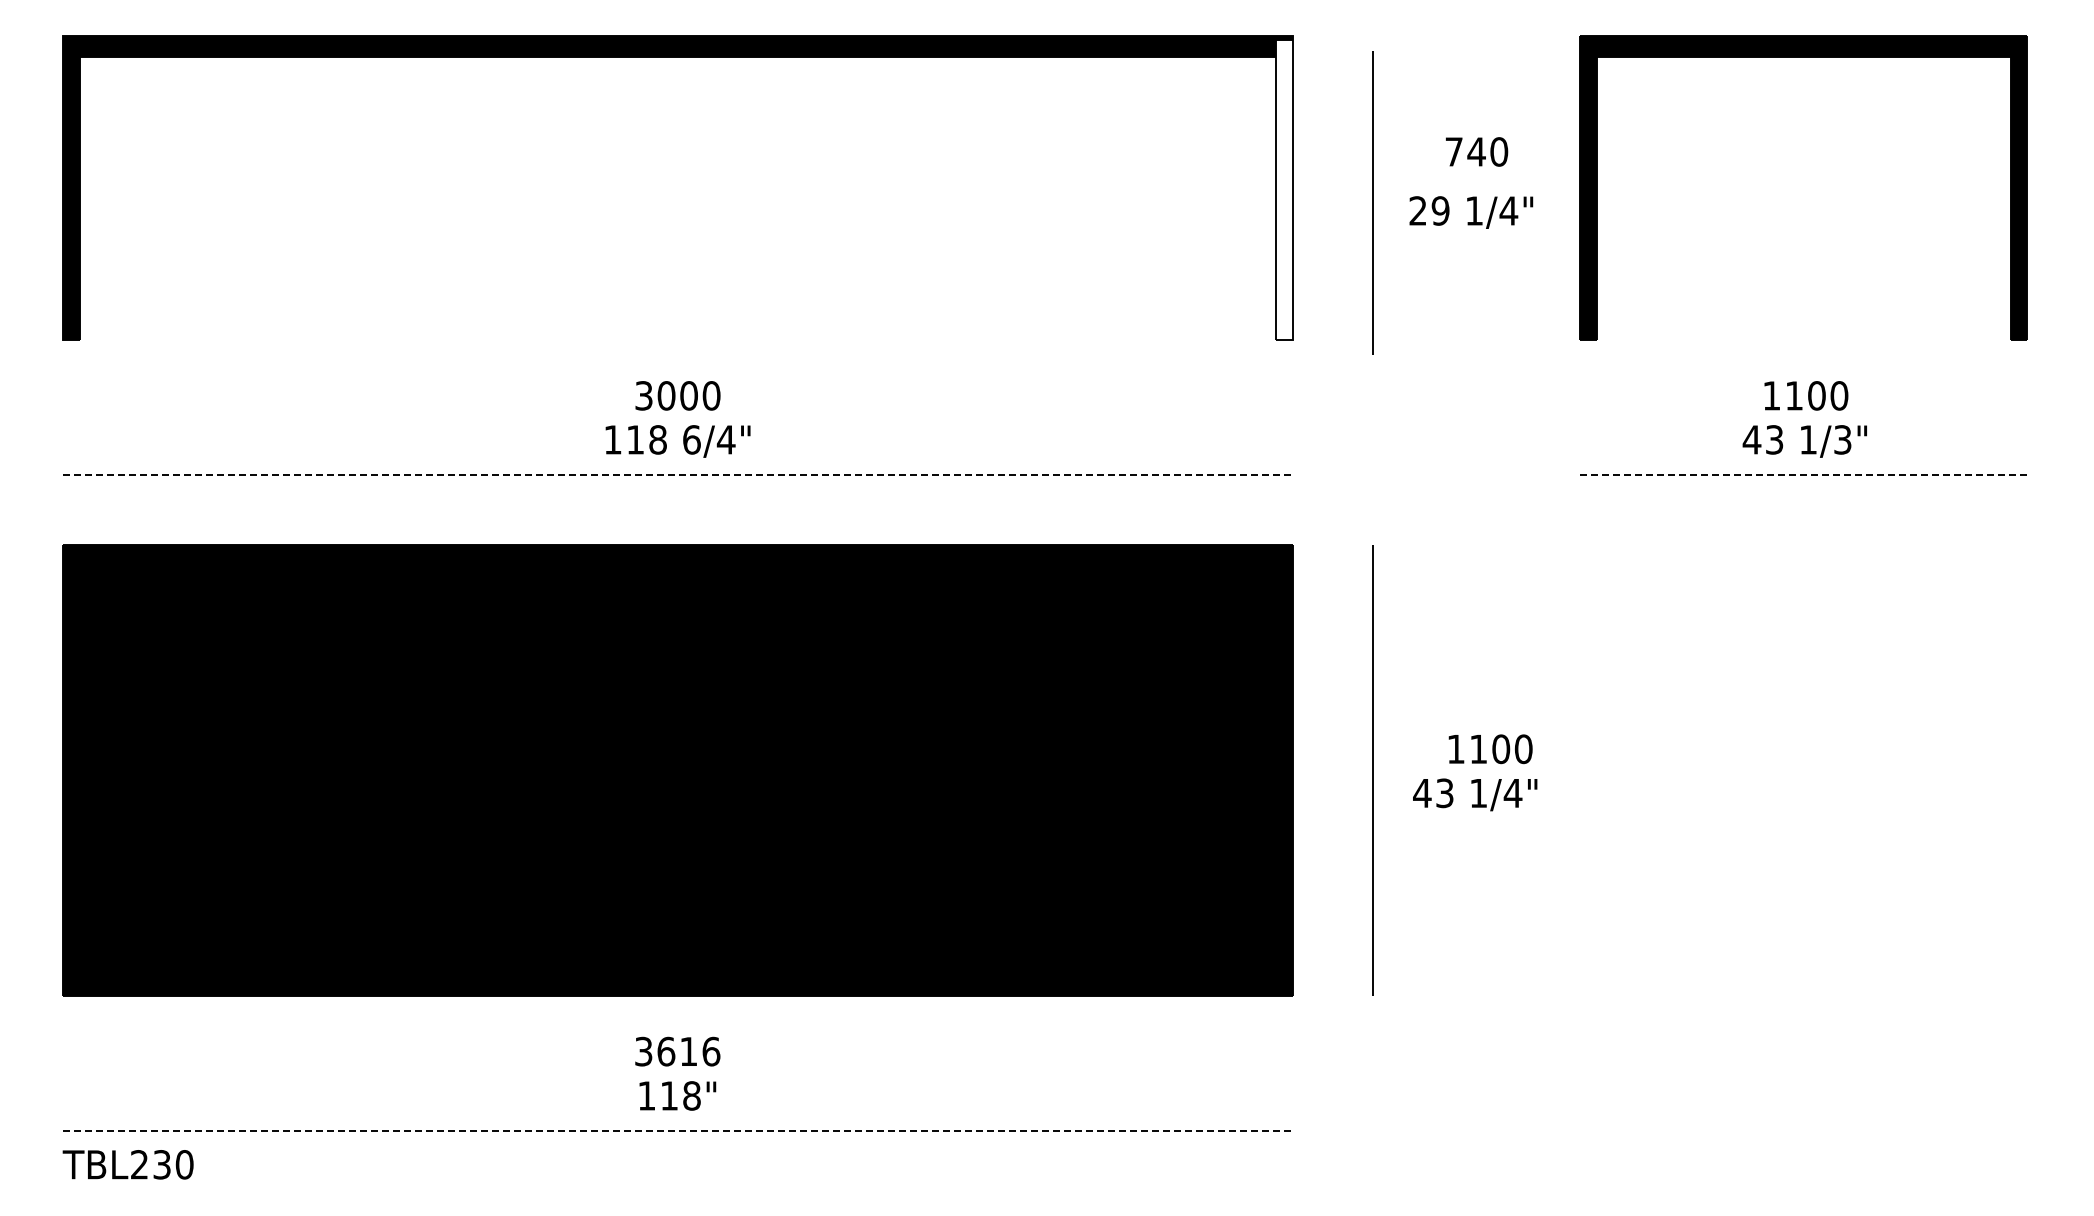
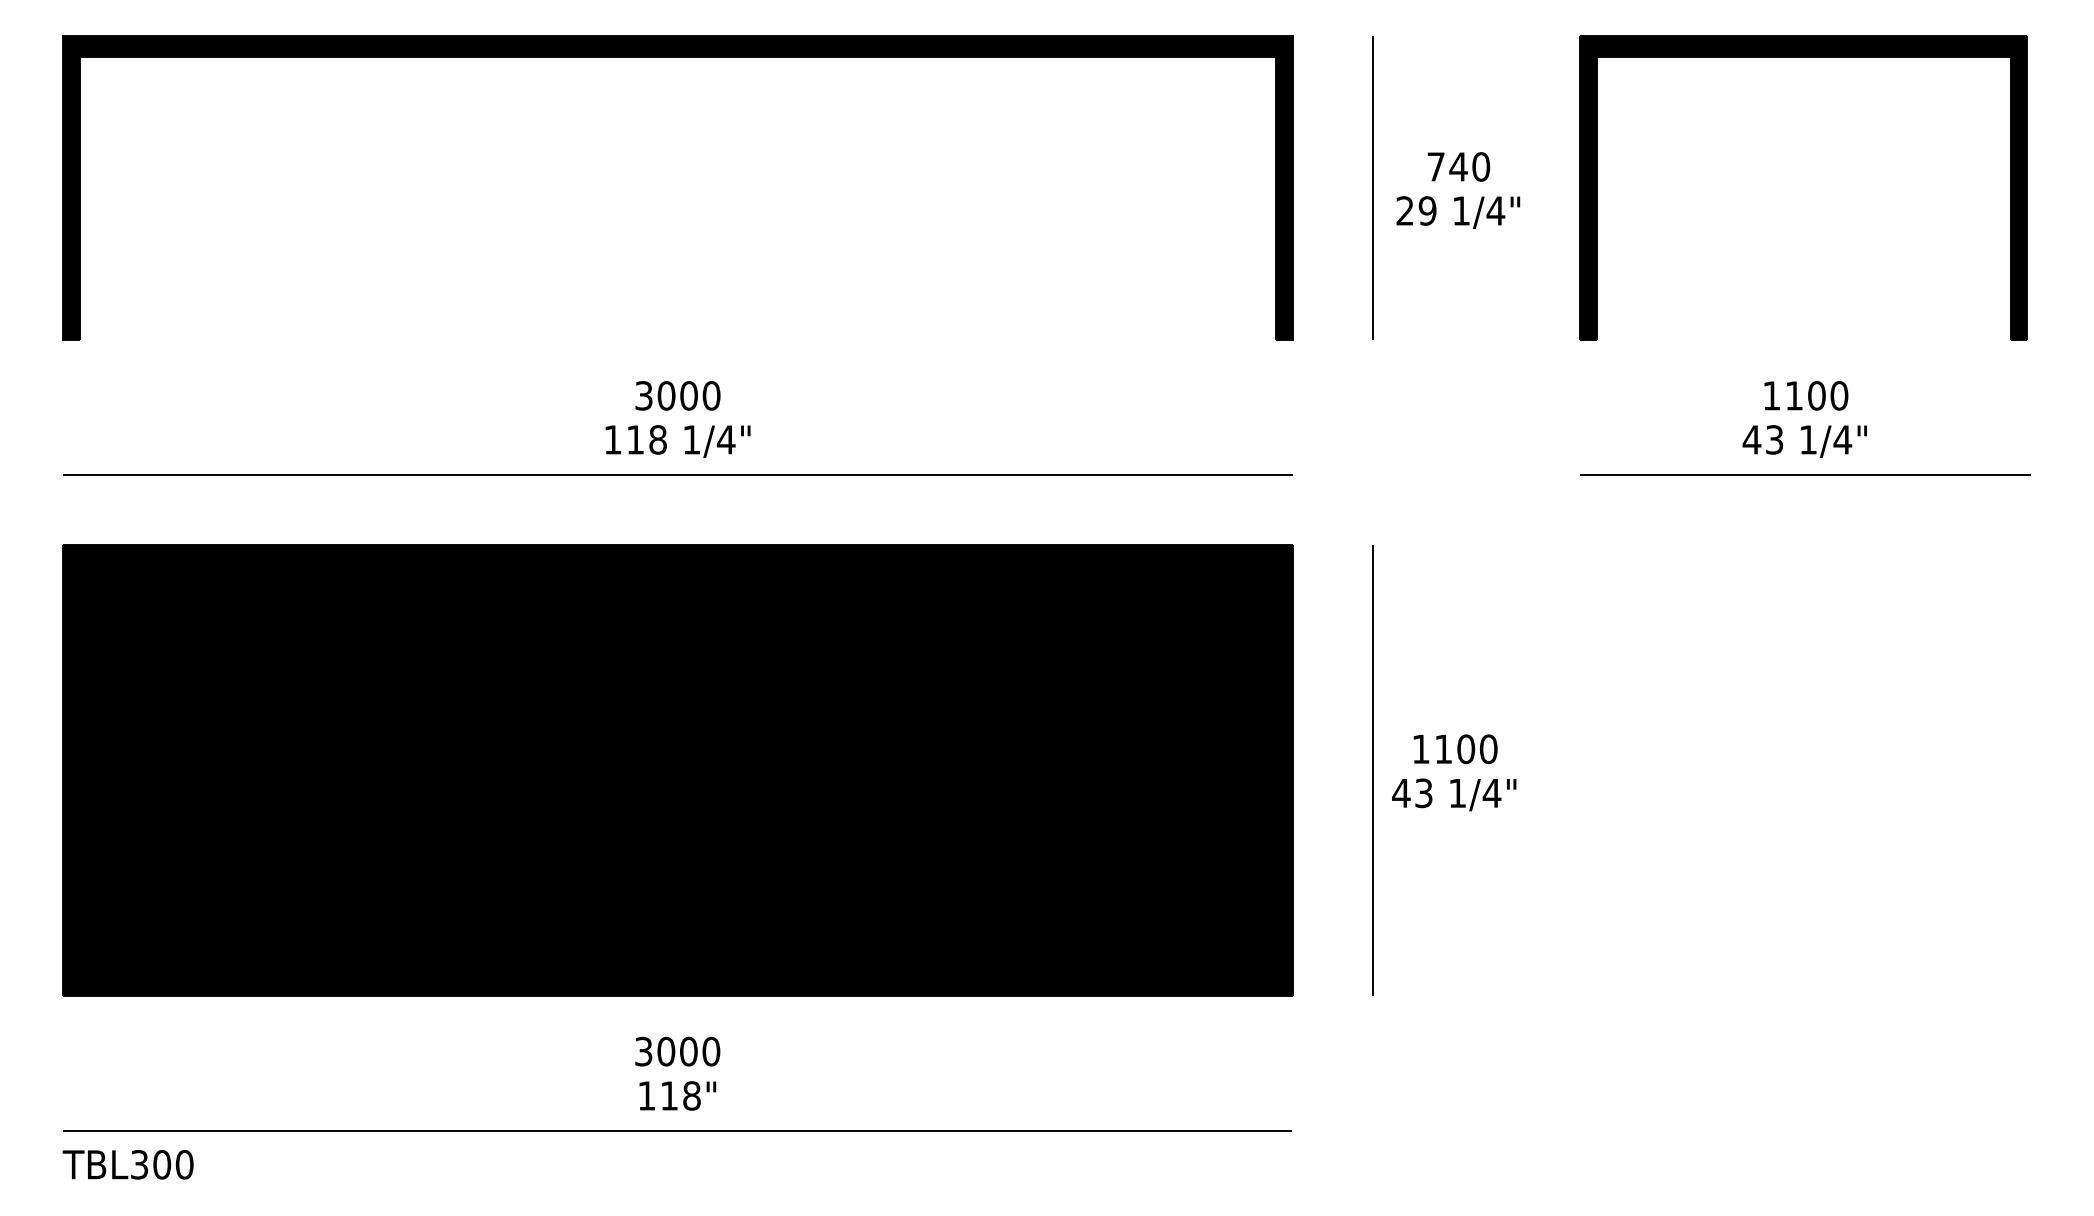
text at (1477, 151) position: (1477, 151) -> (1459, 166)
fill at (1284, 189): none -> present
line at (1372, 202) position: (1372, 202) -> (1372, 187)
text at (1471, 212) position: (1471, 212) -> (1458, 212)
text at (691, 439): 6/4" -> 1/4"
text at (1842, 439): 1/3" -> 1/4"
line at (678, 475): dashed -> solid
line at (1806, 475): dashed -> solid
text at (1490, 749) position: (1490, 749) -> (1455, 749)
text at (1475, 794) position: (1475, 794) -> (1454, 794)
text at (688, 1051): 3616 -> 3000
line at (677, 1131): dashed -> solid
text at (151, 1164): TBL230 -> TBL300
